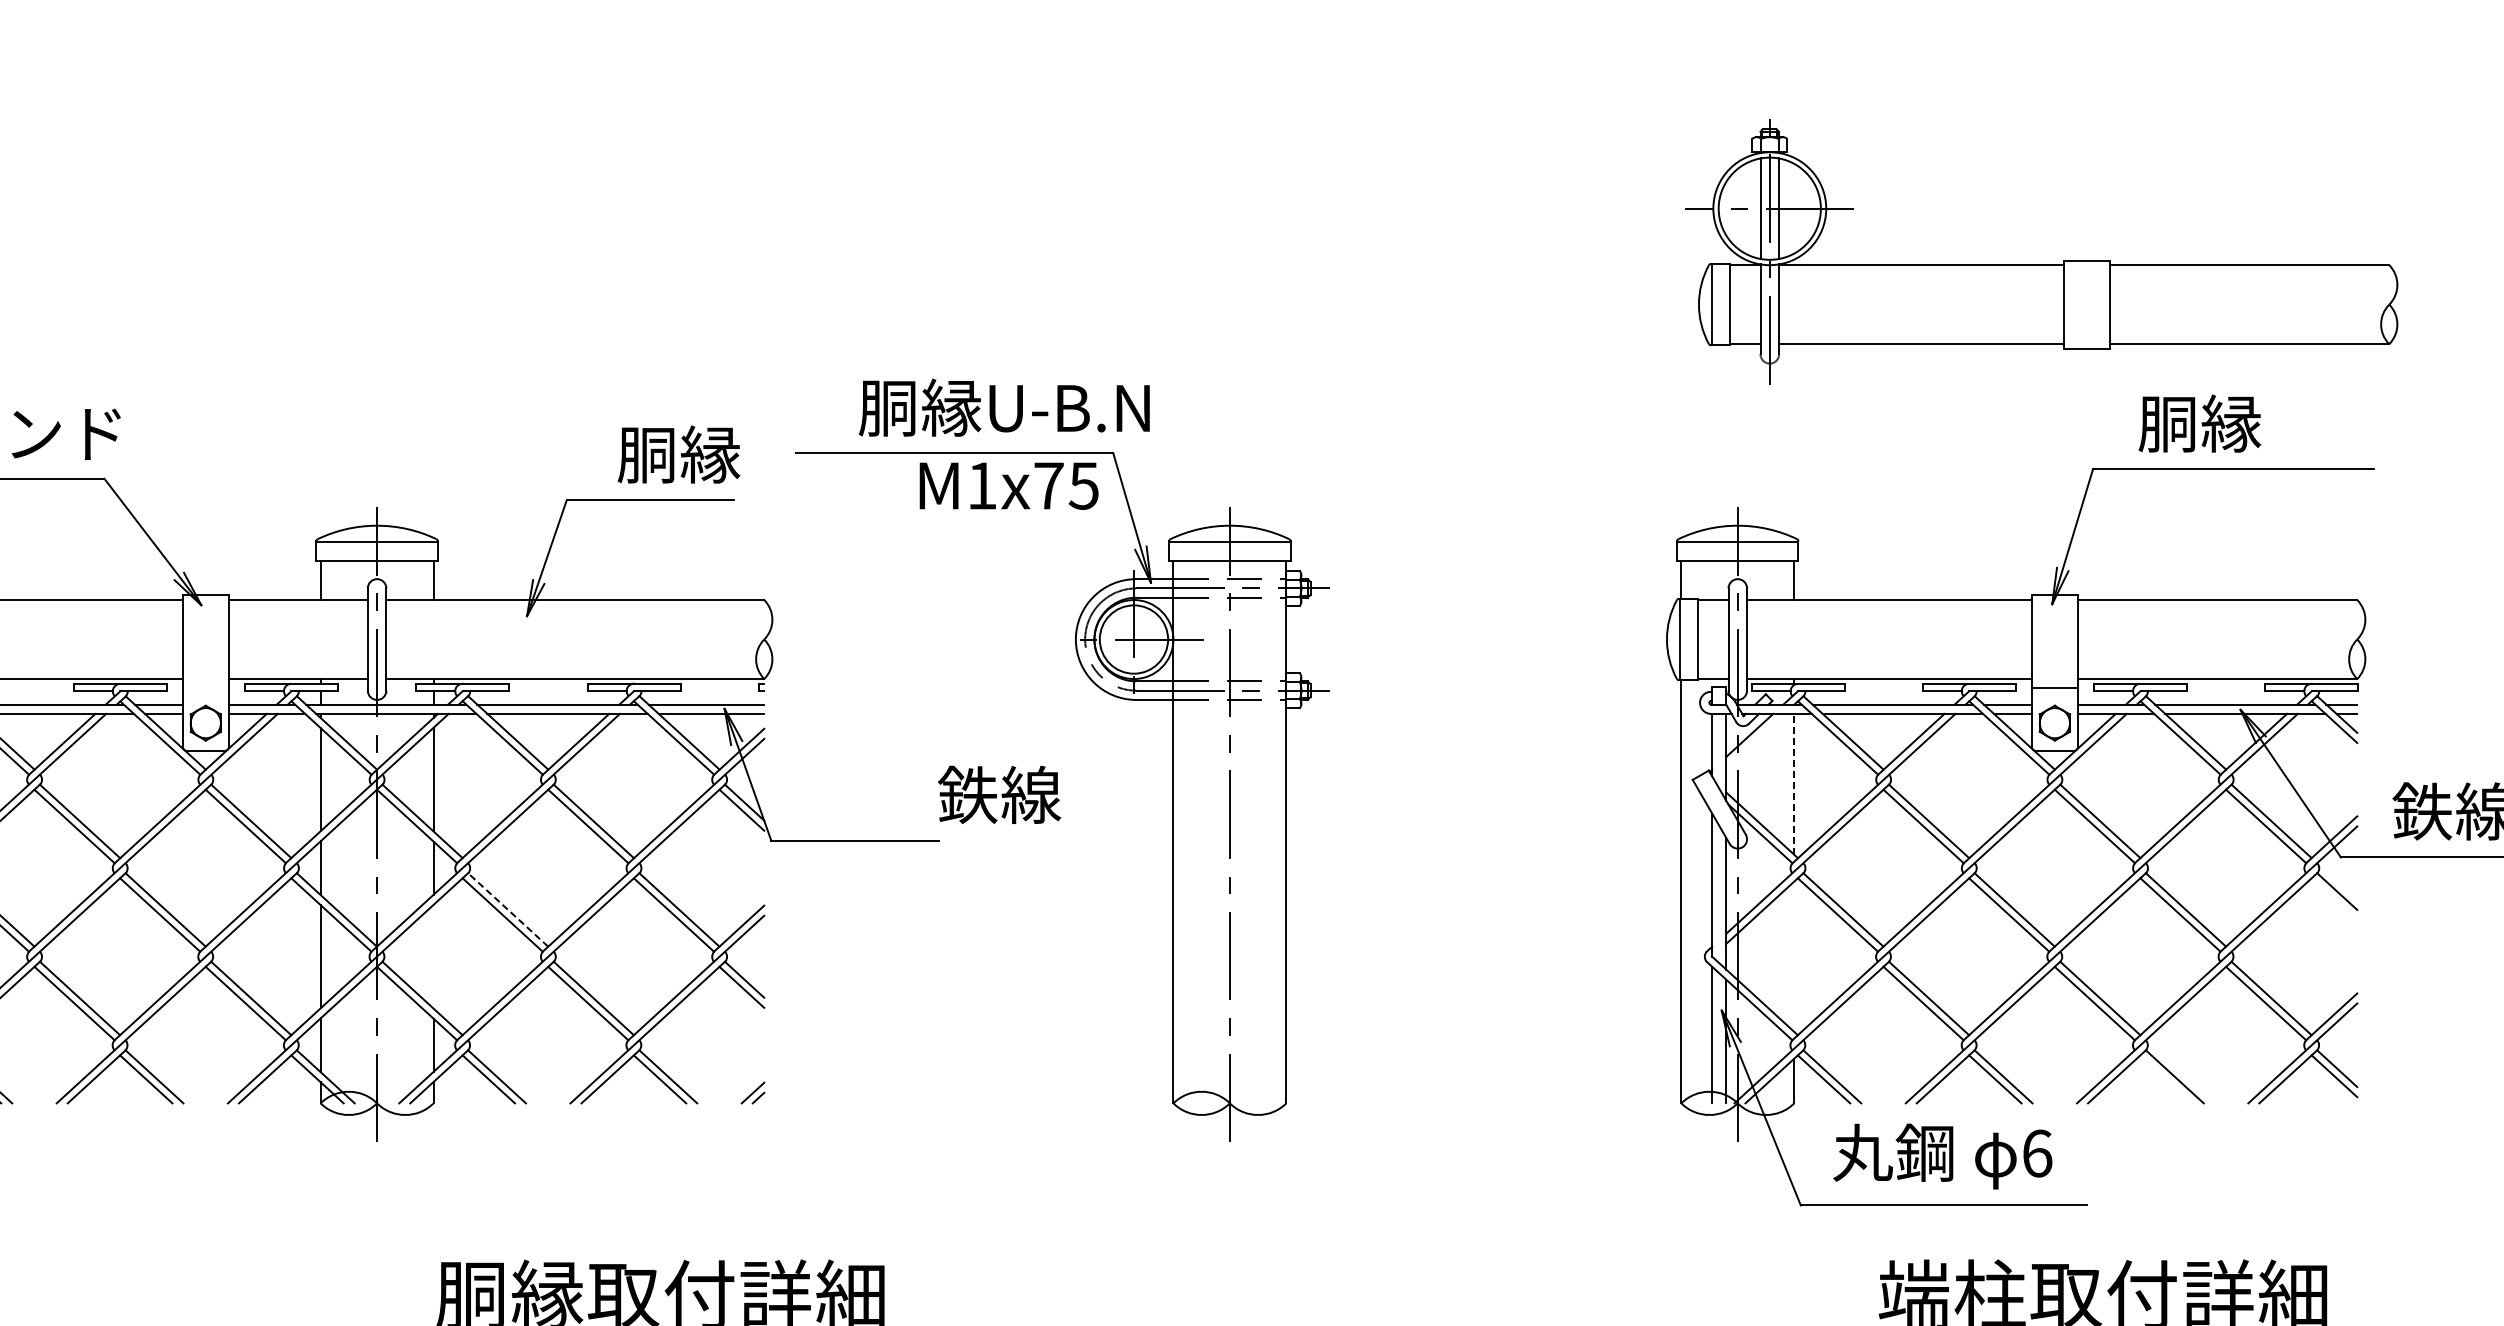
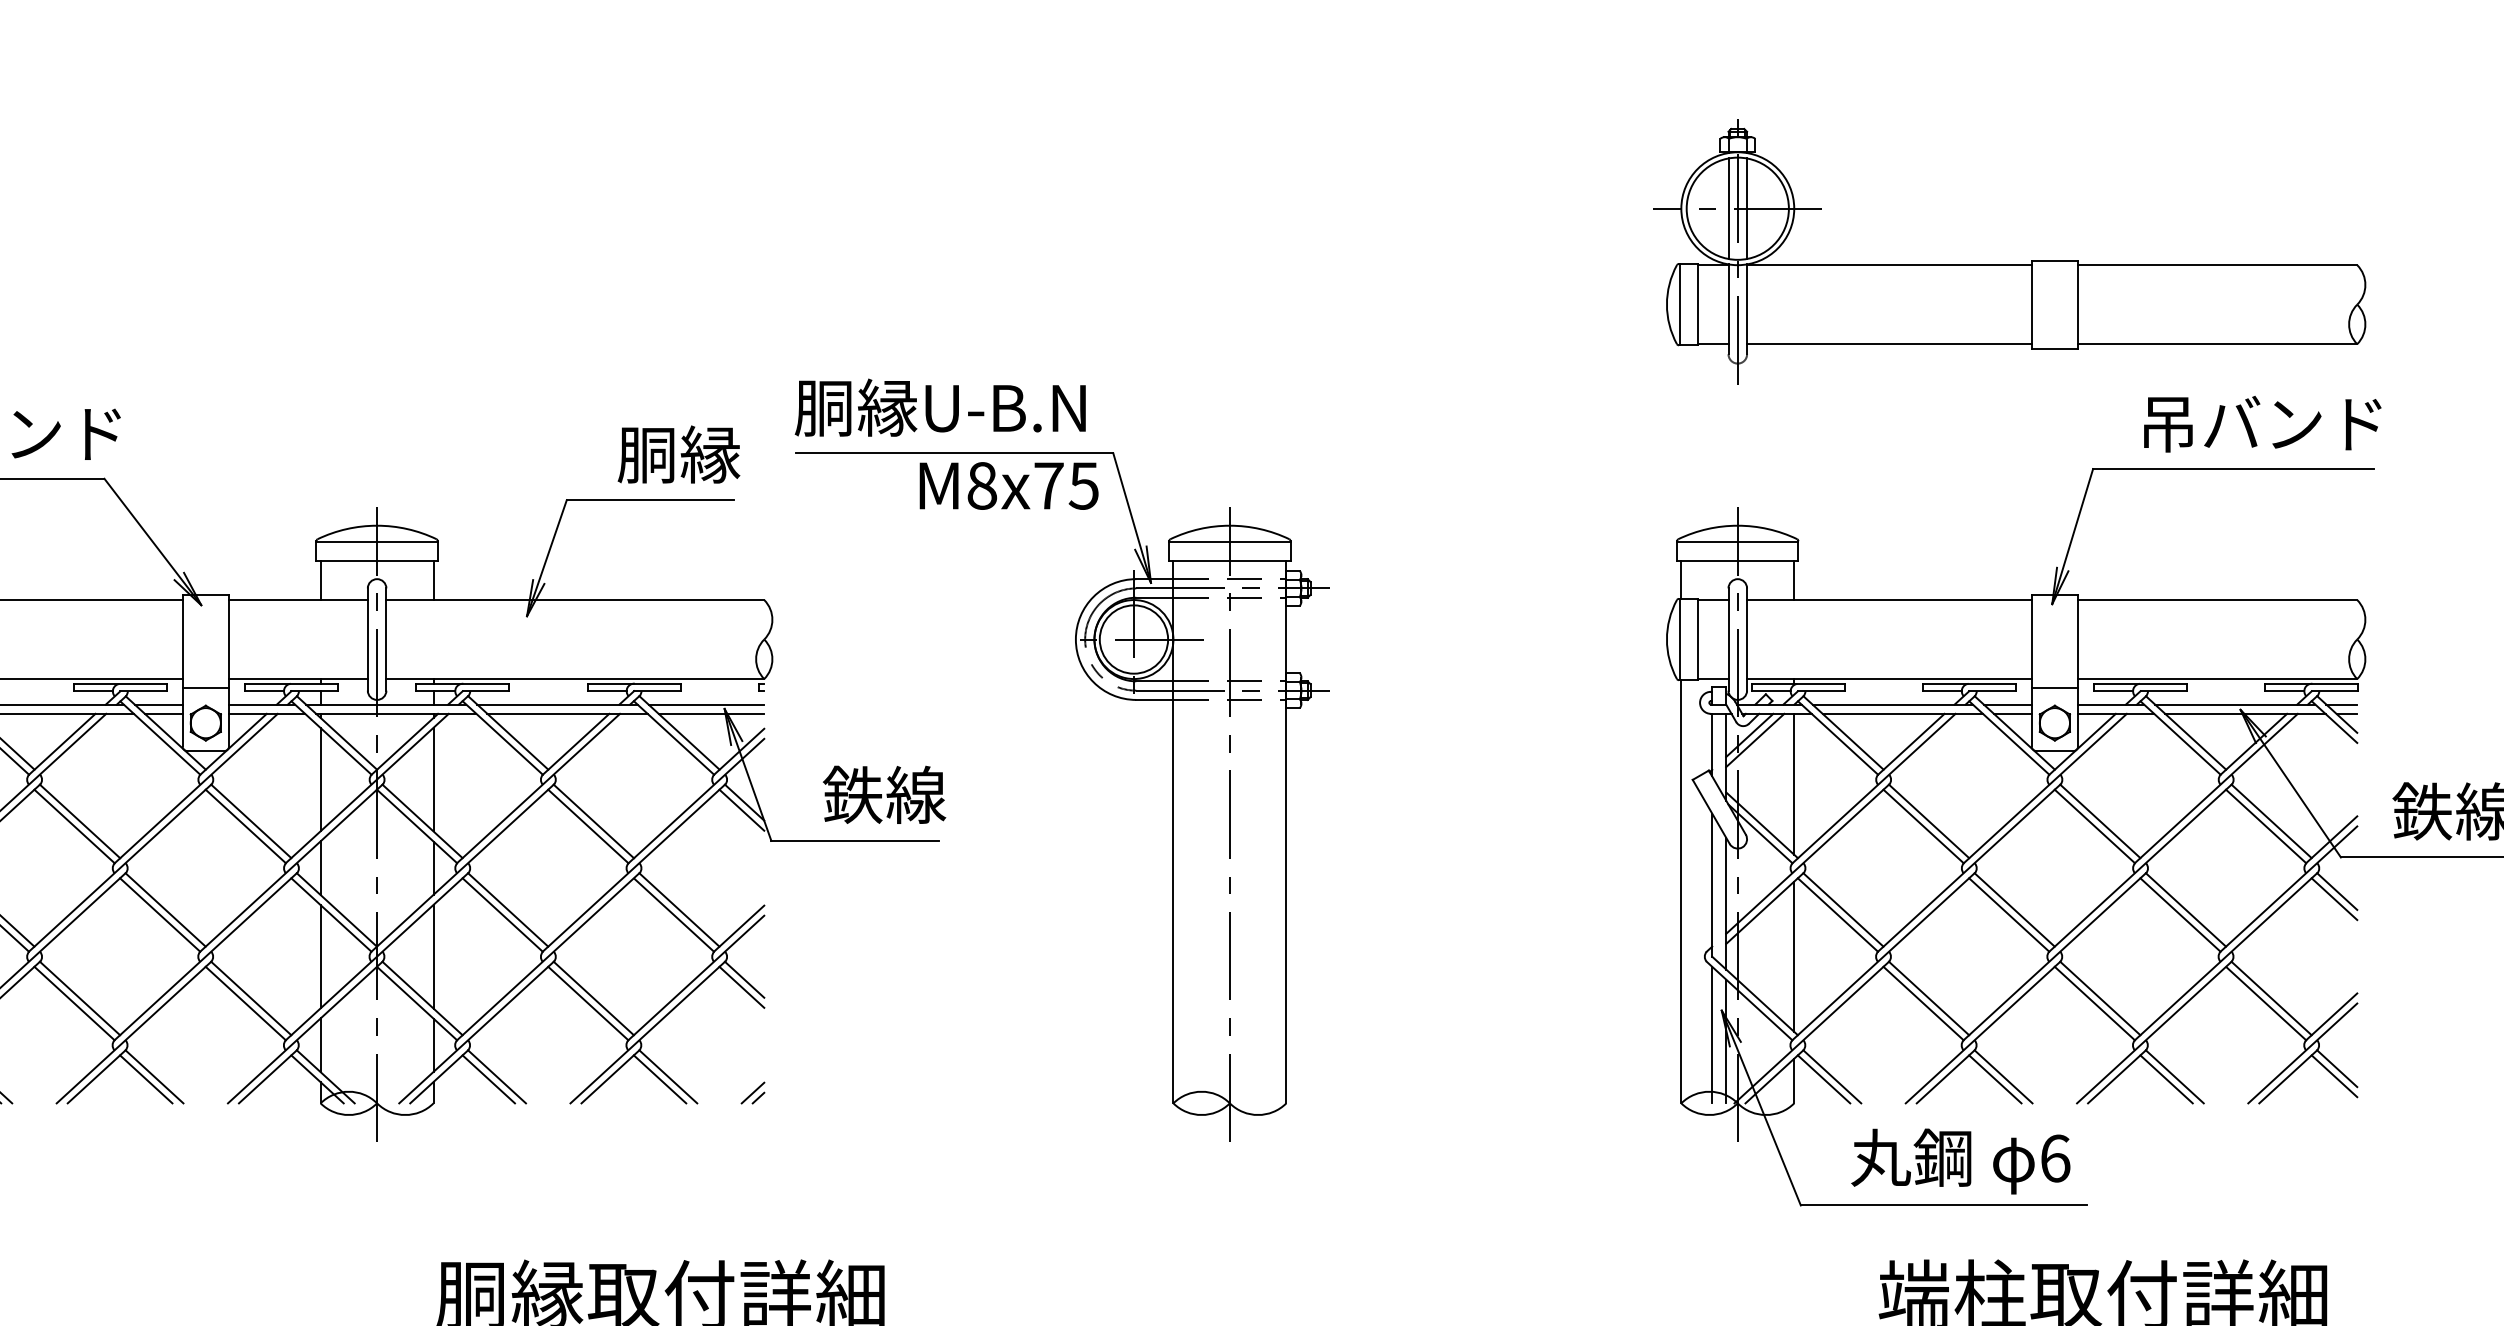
part at (2041, 264) position: (2041, 264) -> (2009, 264)
text at (1003, 407) position: (1003, 407) -> (939, 407)
text at (2259, 423): 胴縁 -> 吊バンド
text at (982, 485): M1x75 -> M8x75
line at (205, 688): none -> present
line at (1755, 740): none -> present
line at (1794, 783): dashed -> solid
text at (999, 794) position: (999, 794) -> (884, 794)
line at (2334, 899): none -> present
line at (507, 909): dashed -> solid
line at (433, 956): none -> present
line at (1794, 956): none -> present
line at (2166, 1079): none -> present
text at (1942, 1156) position: (1942, 1156) -> (1960, 1161)
